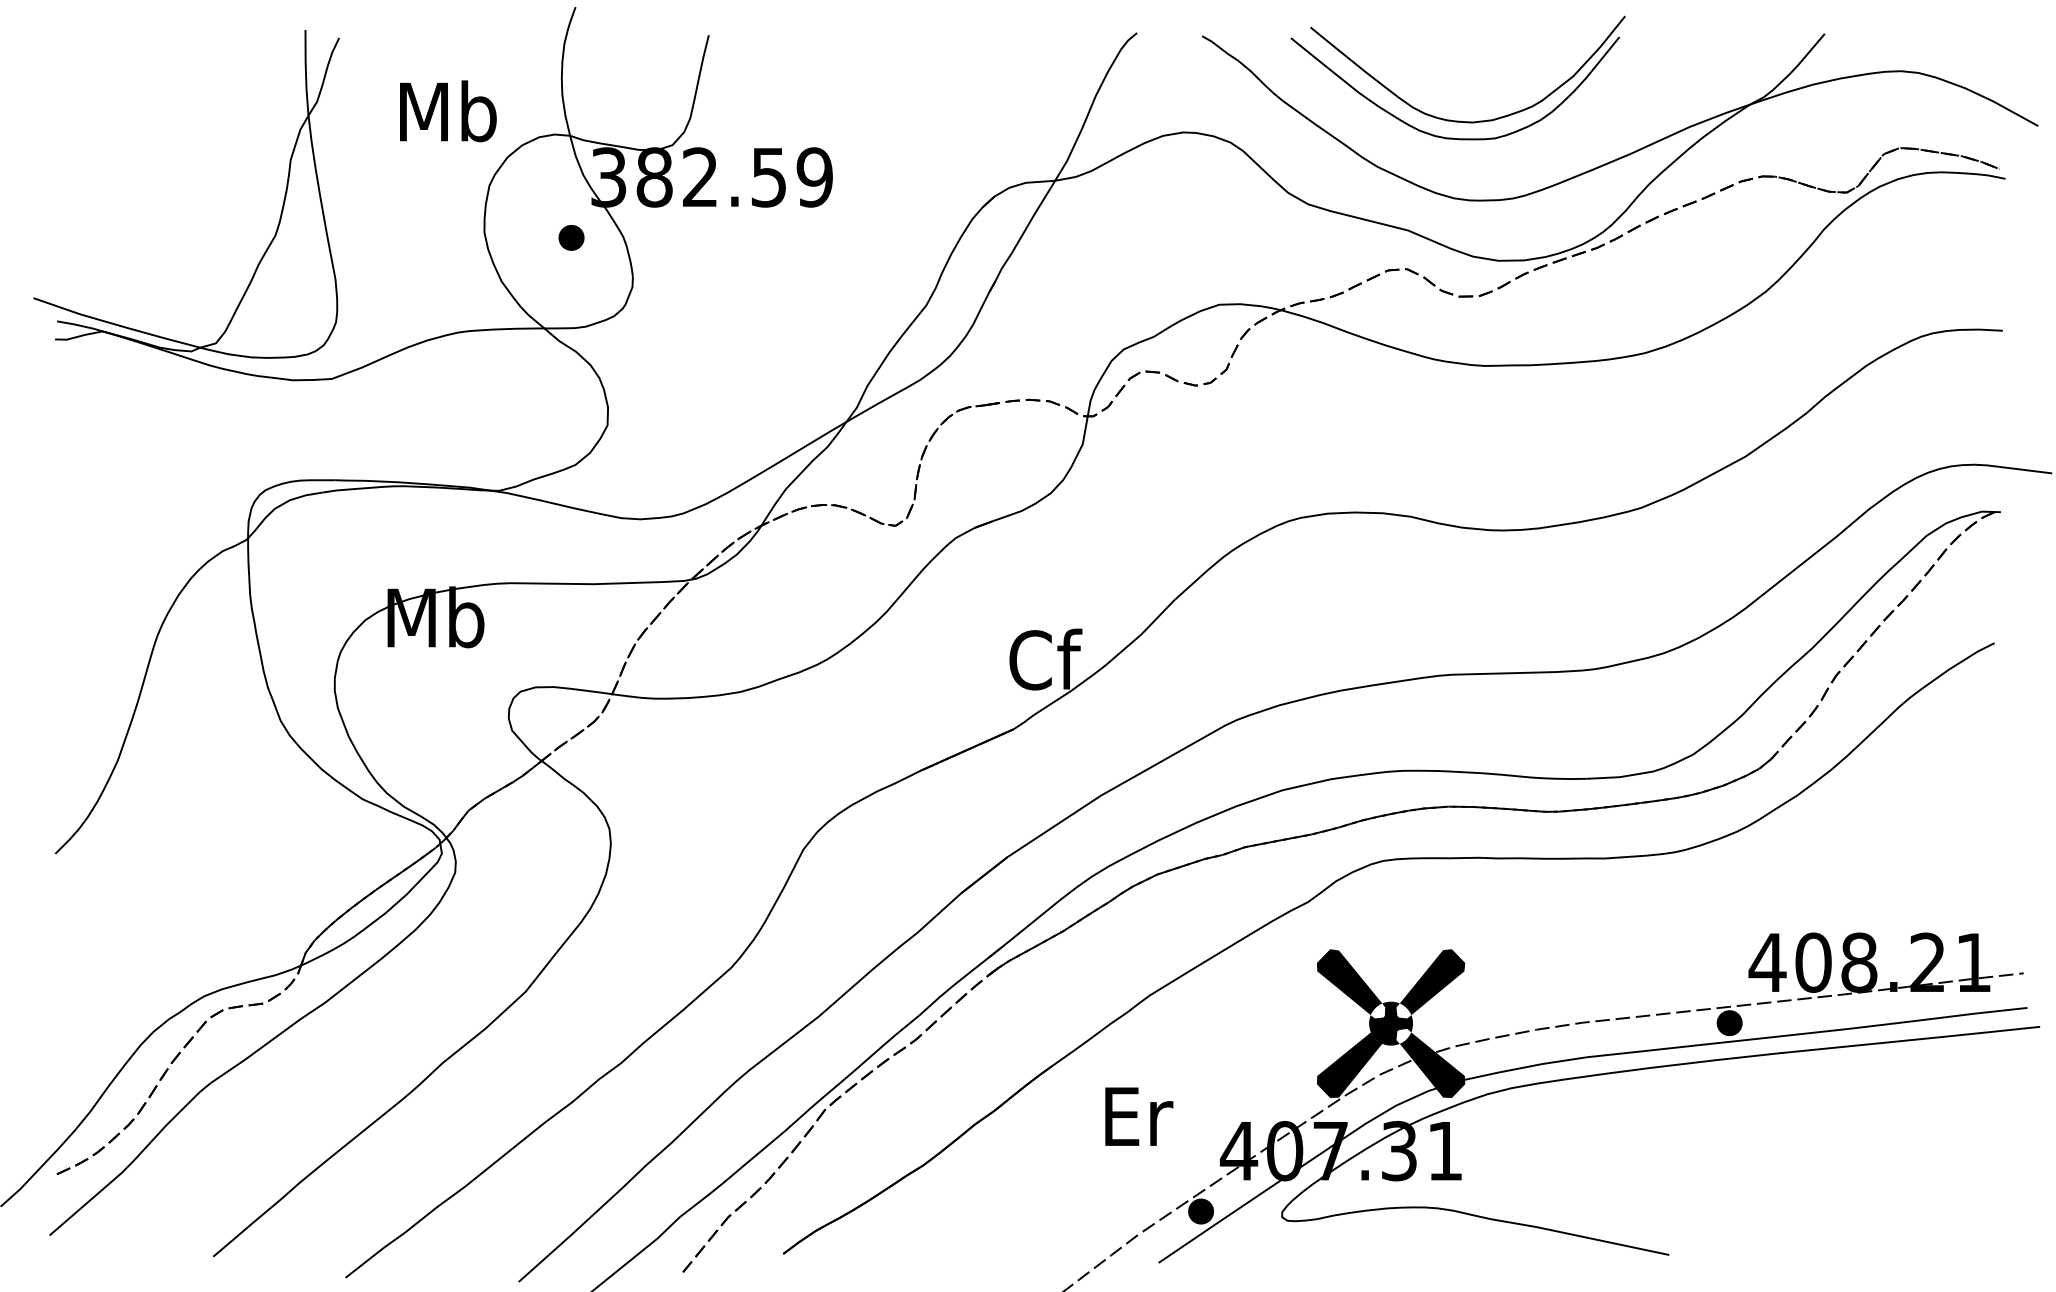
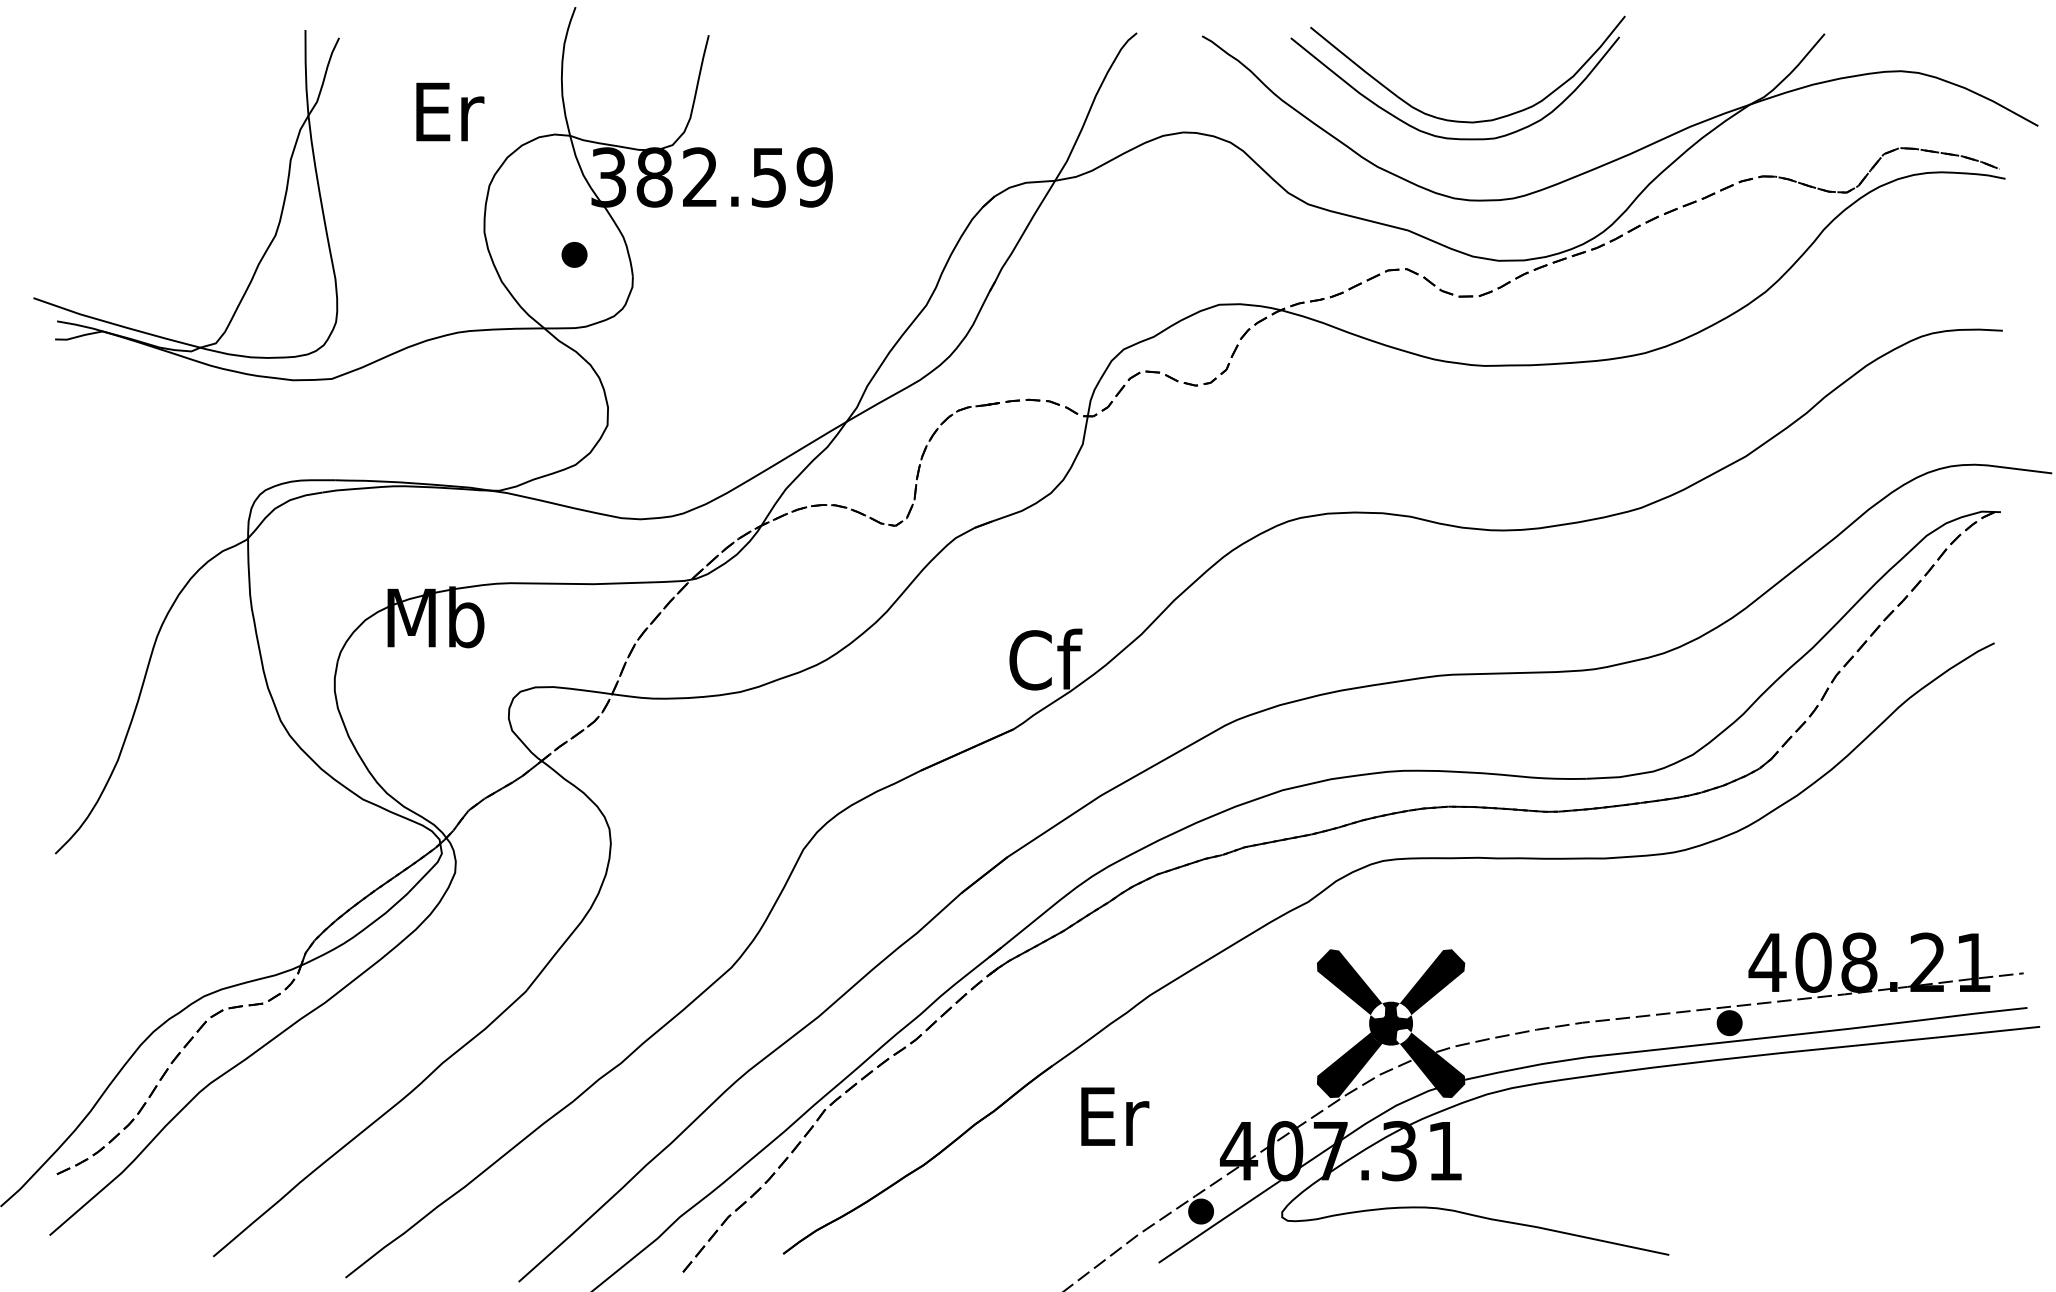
text at (448, 111): Mb -> Er
part at (571, 237) position: (571, 237) -> (574, 254)
text at (1139, 1116) position: (1139, 1116) -> (1115, 1116)
